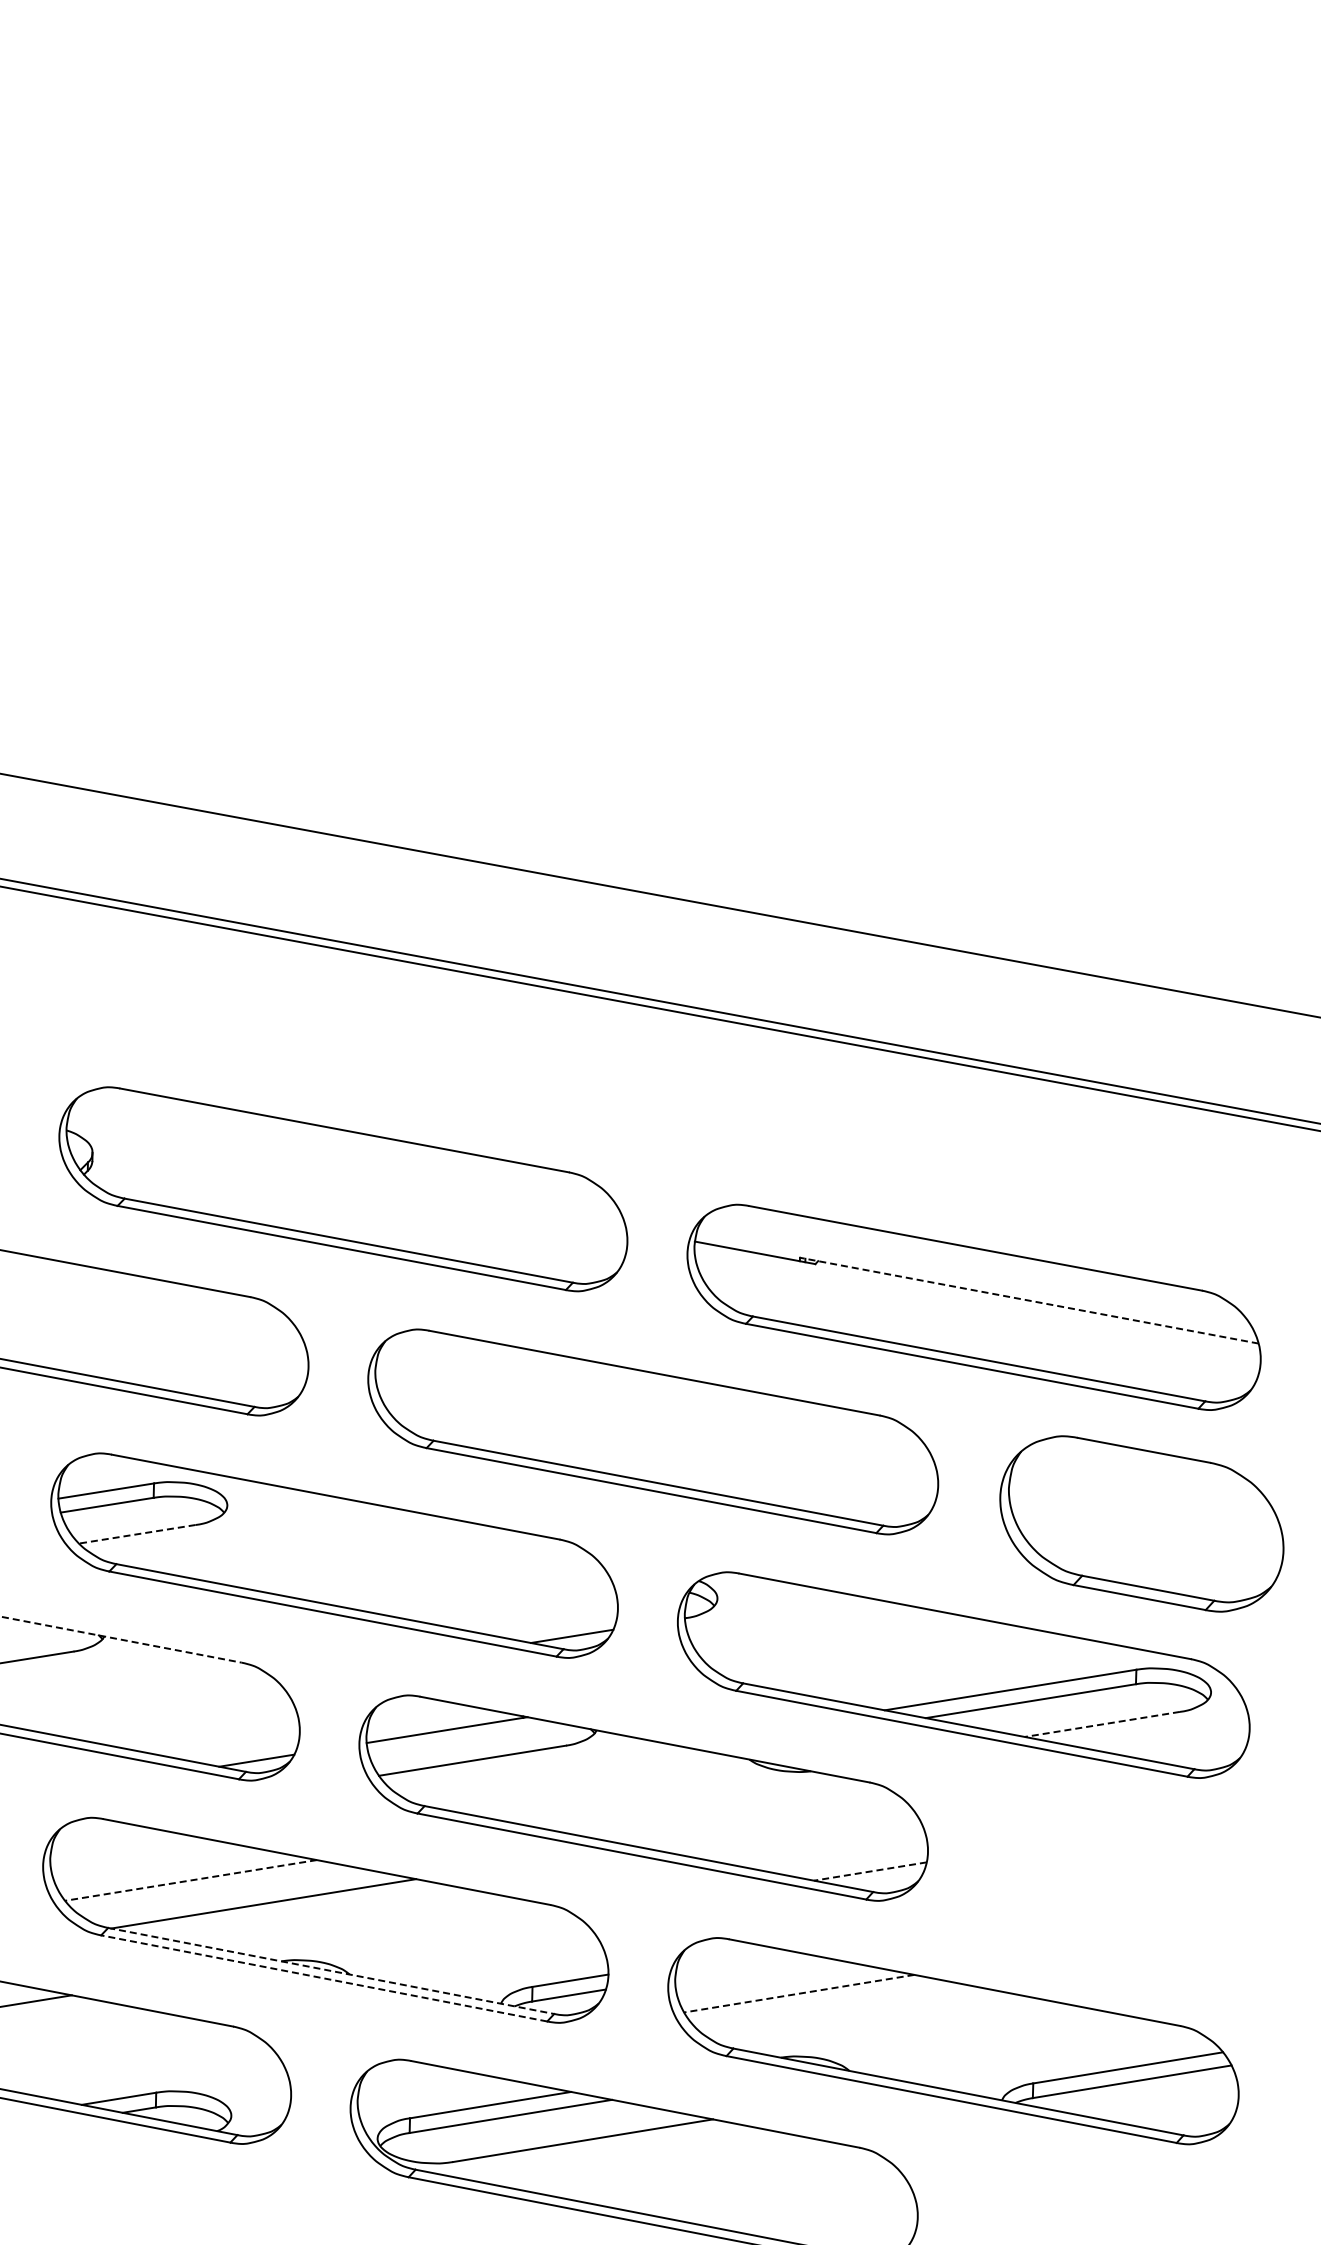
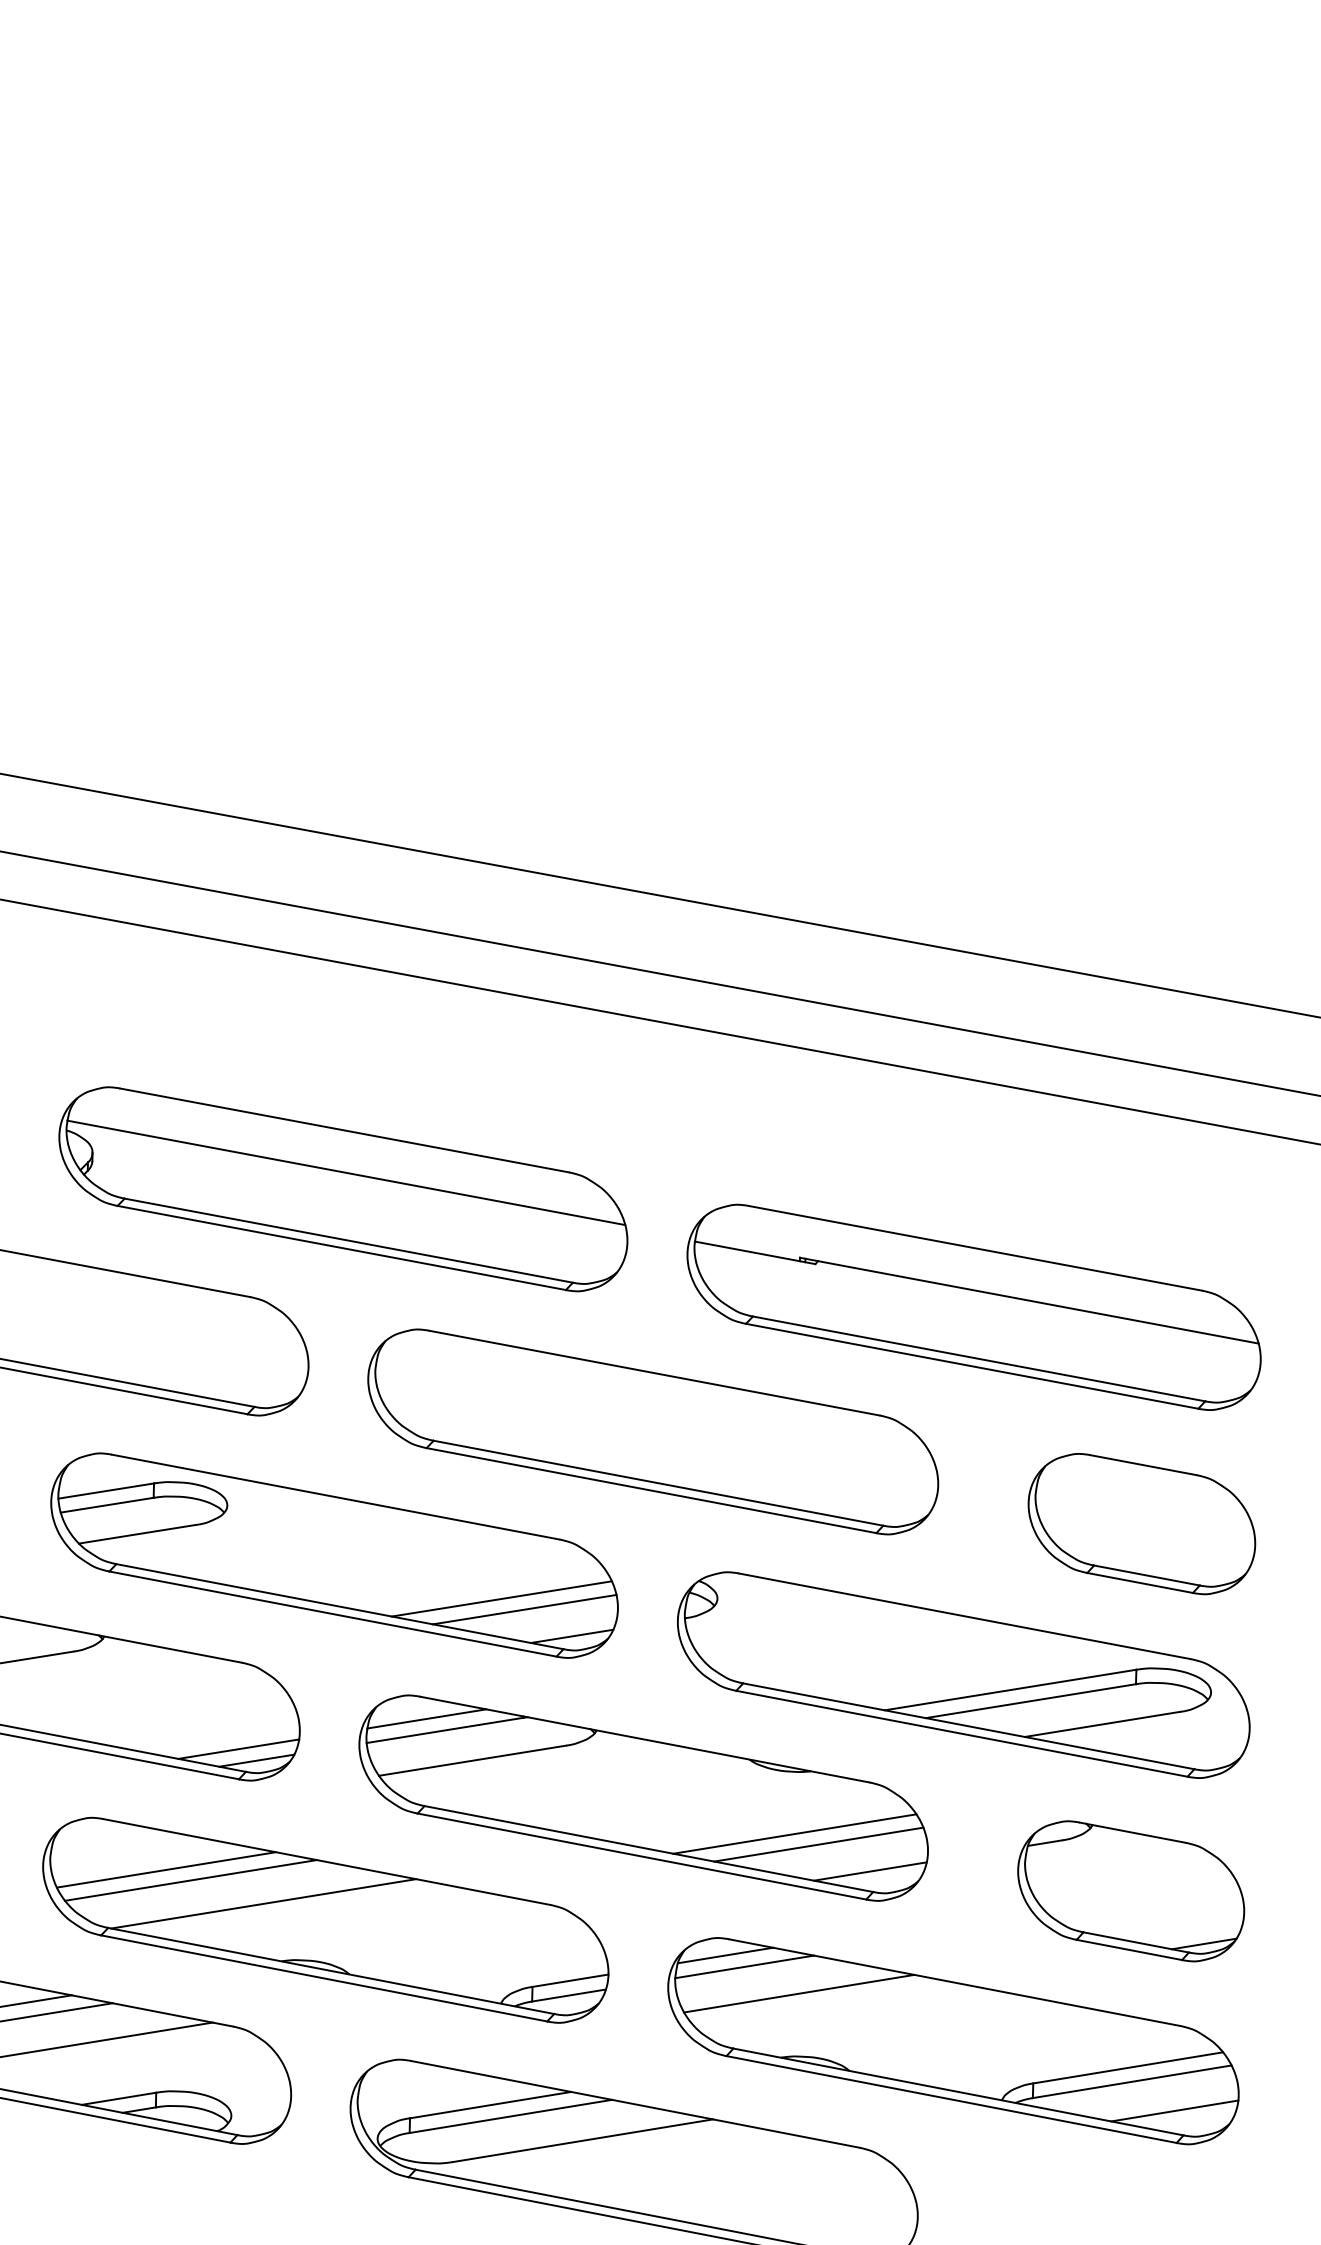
line at (659, 1001) position: (659, 1001) -> (659, 1021)
line at (659, 1008) position: (659, 1008) -> (659, 973)
line at (346, 1172): none -> present
line at (1028, 1300): dashed -> solid
part at (1141, 1523) size: 286x178 px -> 230x143 px
line at (136, 1534): dashed -> solid
line at (501, 1598): none -> present
line at (524, 1609): none -> present
line at (121, 1639): dashed -> solid
line at (426, 1718): none -> present
line at (1102, 1724): dashed -> solid
line at (238, 1748): none -> present
line at (794, 1833): none -> present
line at (818, 1844): none -> present
line at (165, 1869): none -> present
line at (869, 1871): dashed -> solid
line at (191, 1880): dashed -> solid
part at (1131, 1891): none -> present
line at (725, 1955): none -> present
line at (744, 1966): none -> present
line at (331, 1971): dashed -> solid
line at (323, 1978): dashed -> solid
line at (799, 1993): dashed -> solid
line at (57, 2012): none -> present
line at (107, 2039): none -> present
line at (1174, 2110): none -> present
